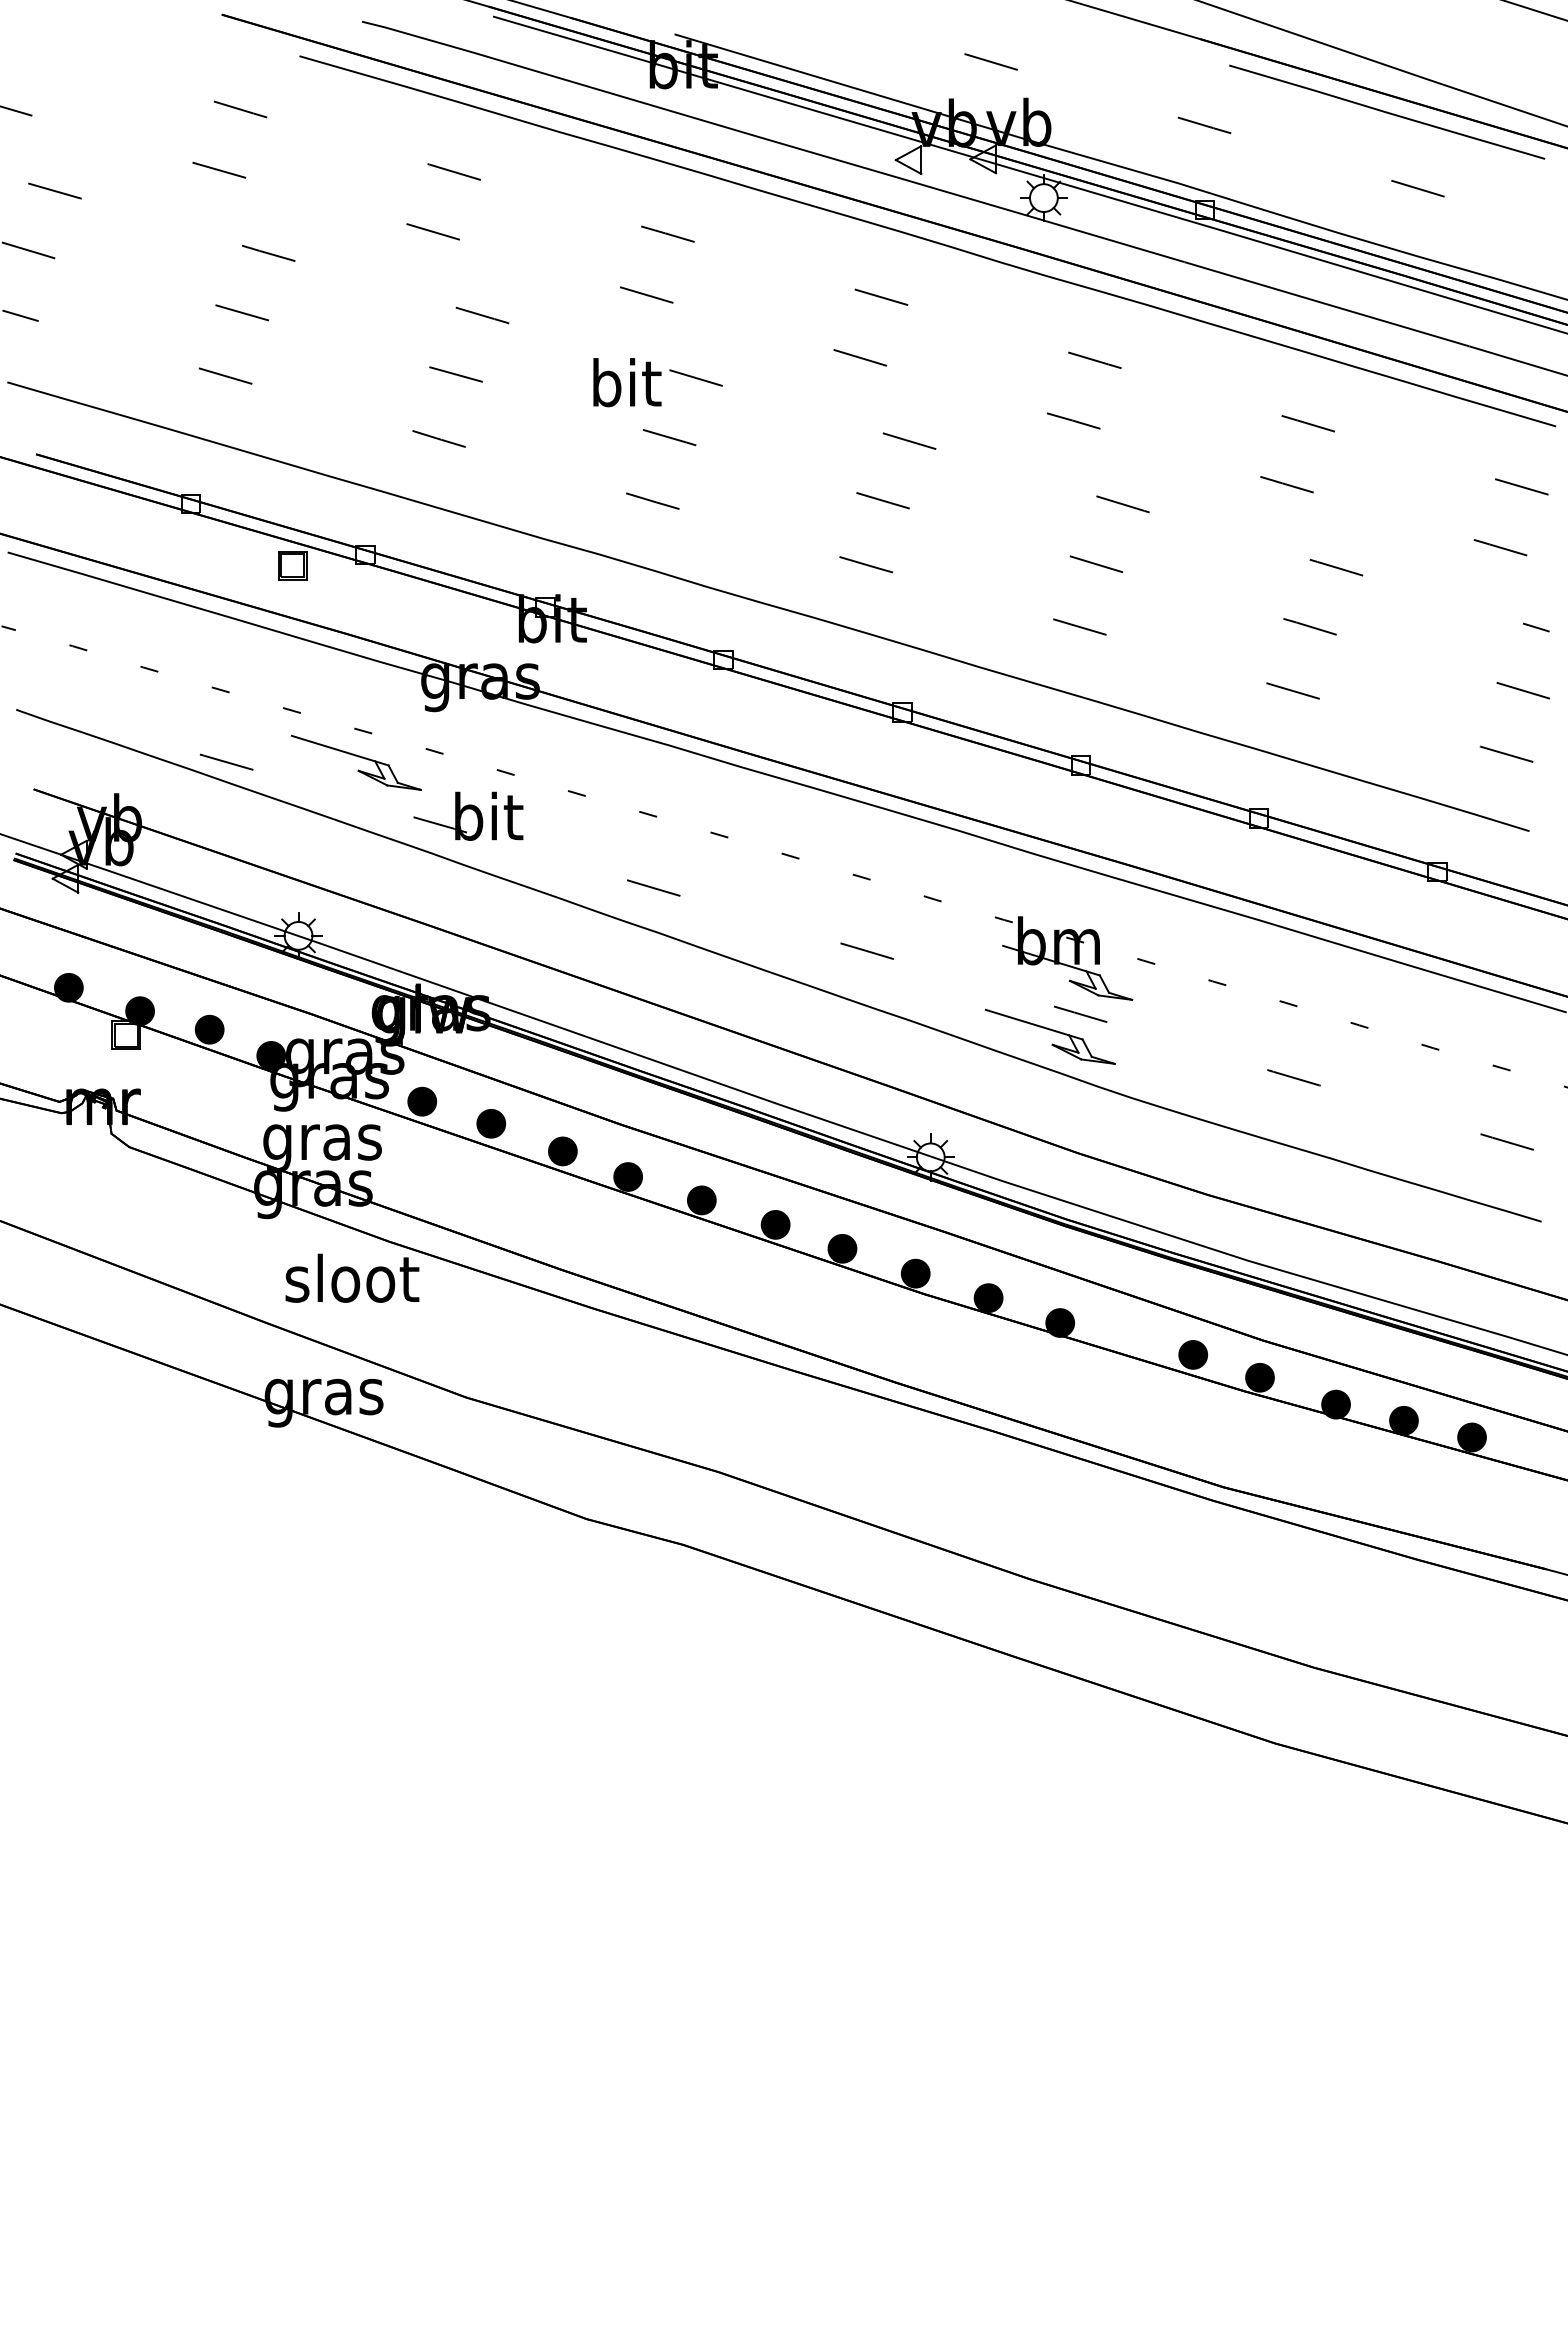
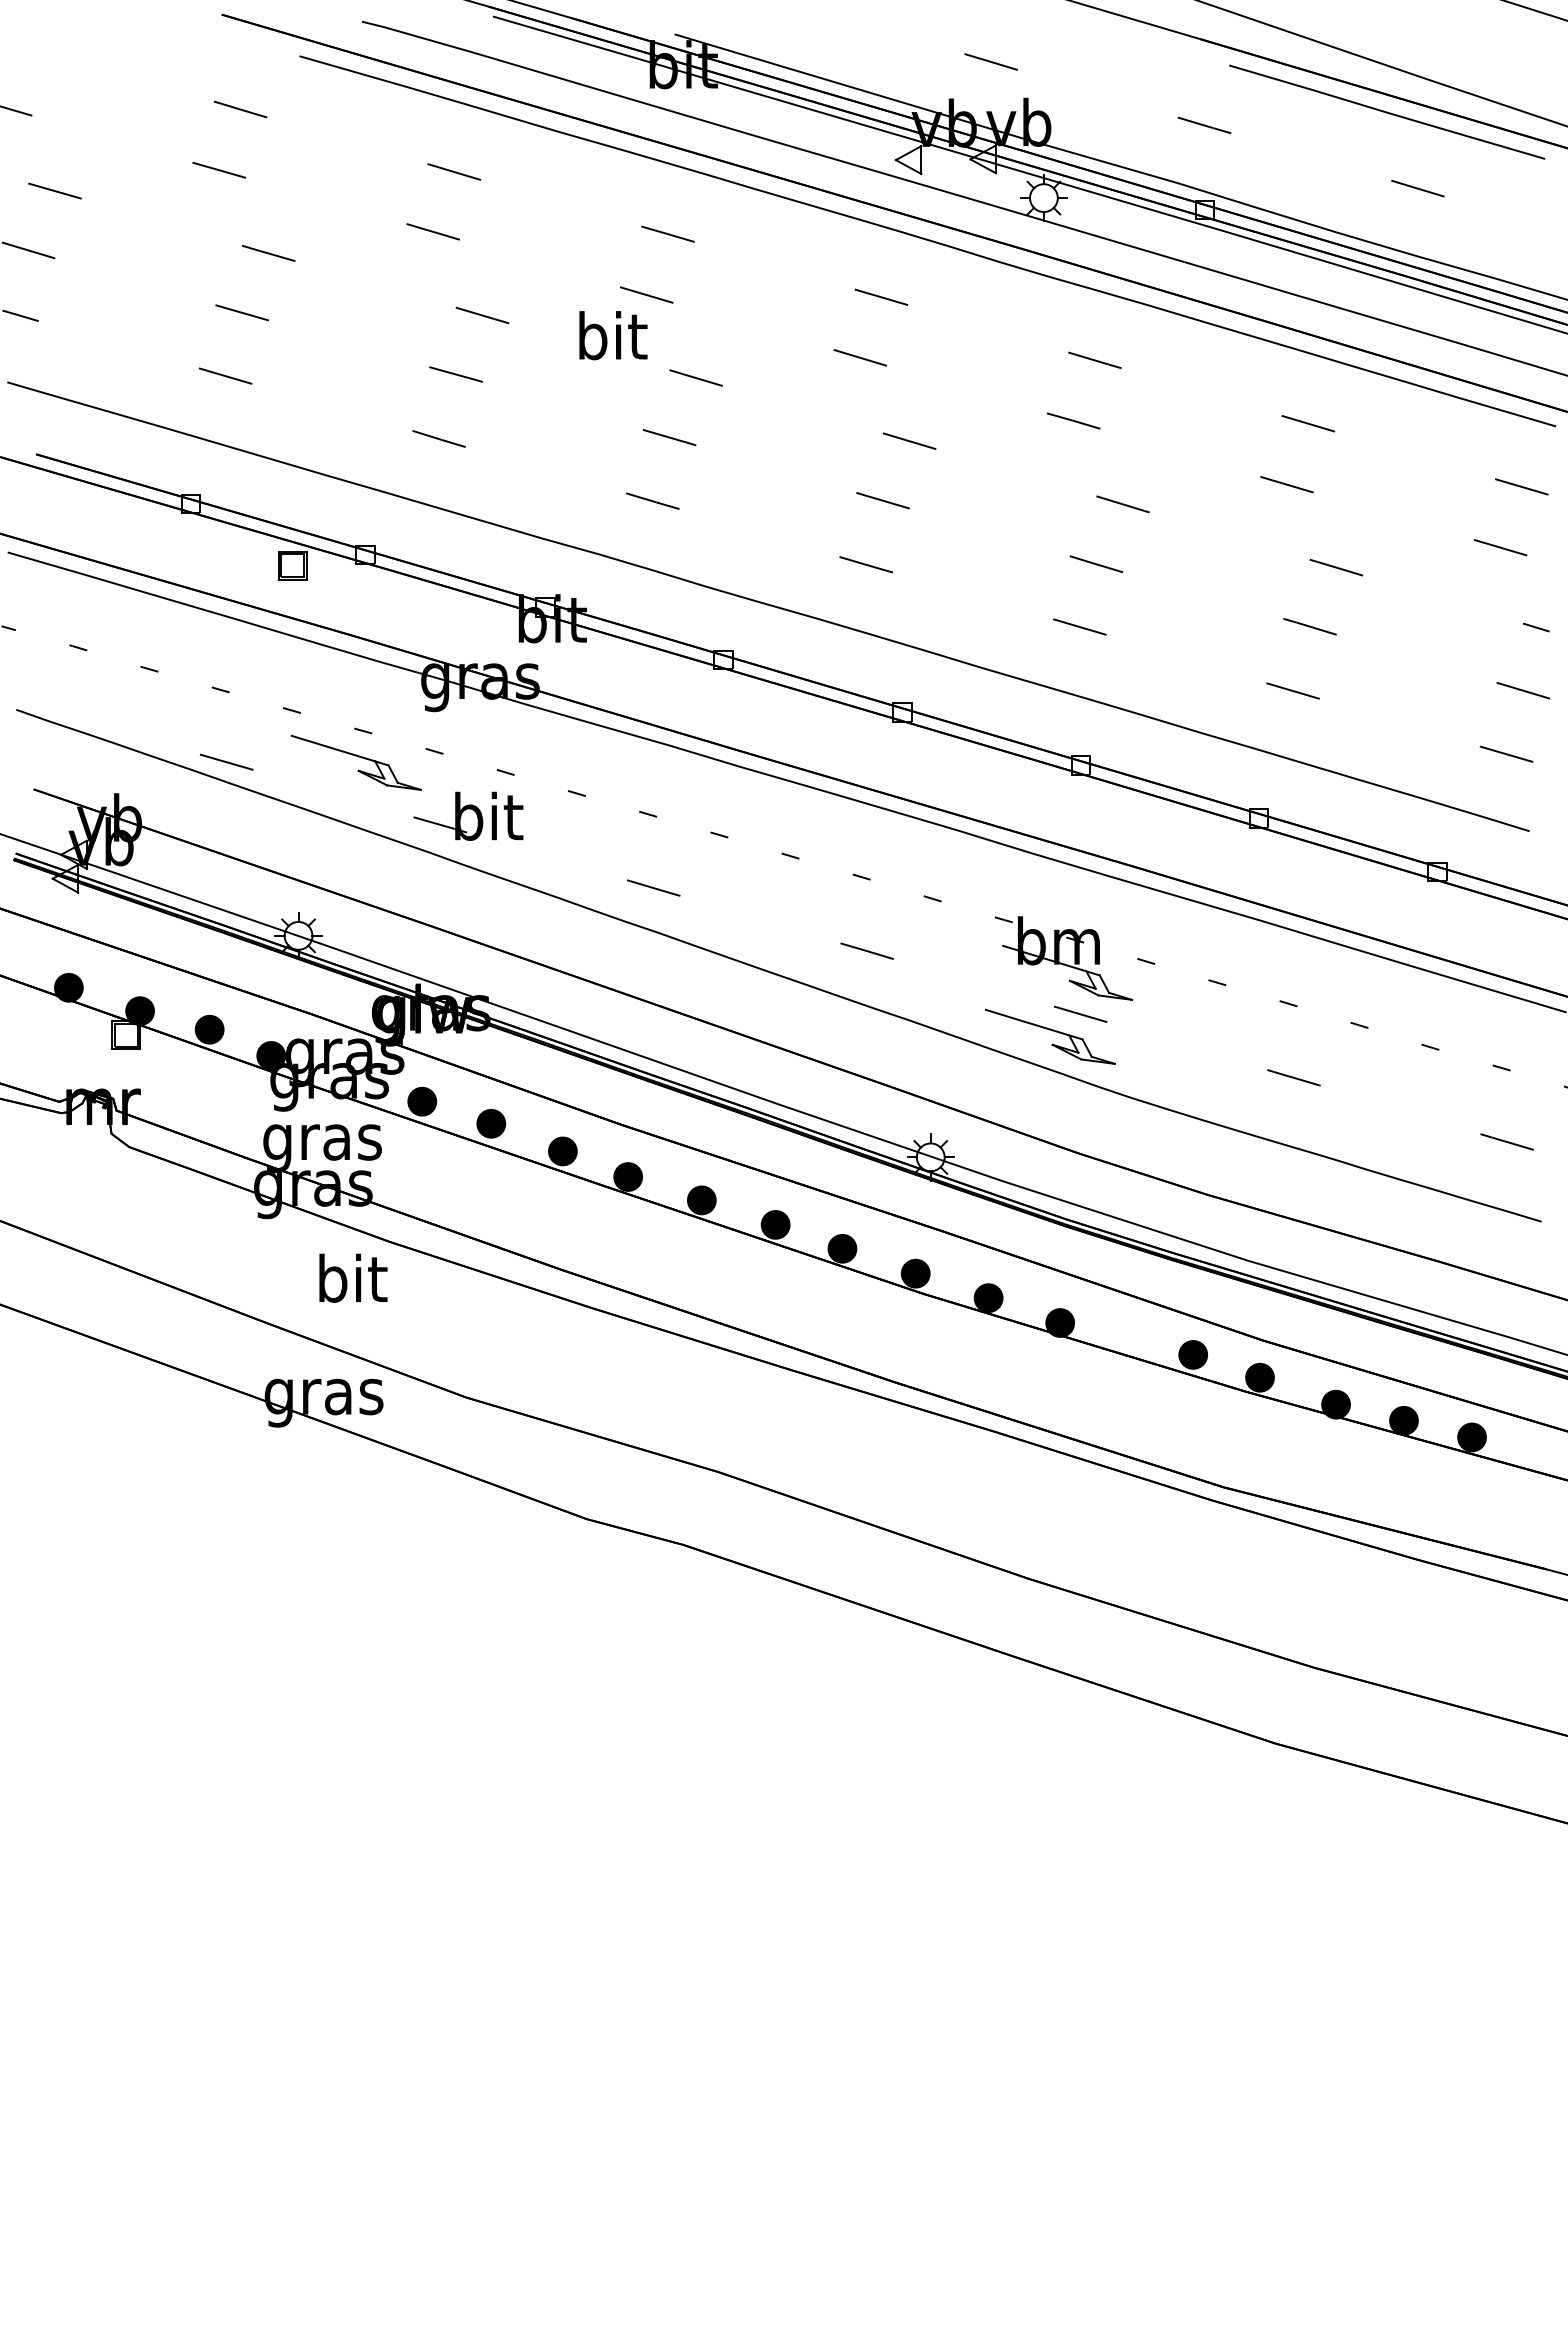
text at (627, 382) position: (627, 382) -> (613, 335)
text at (352, 1277): sloot -> bit
